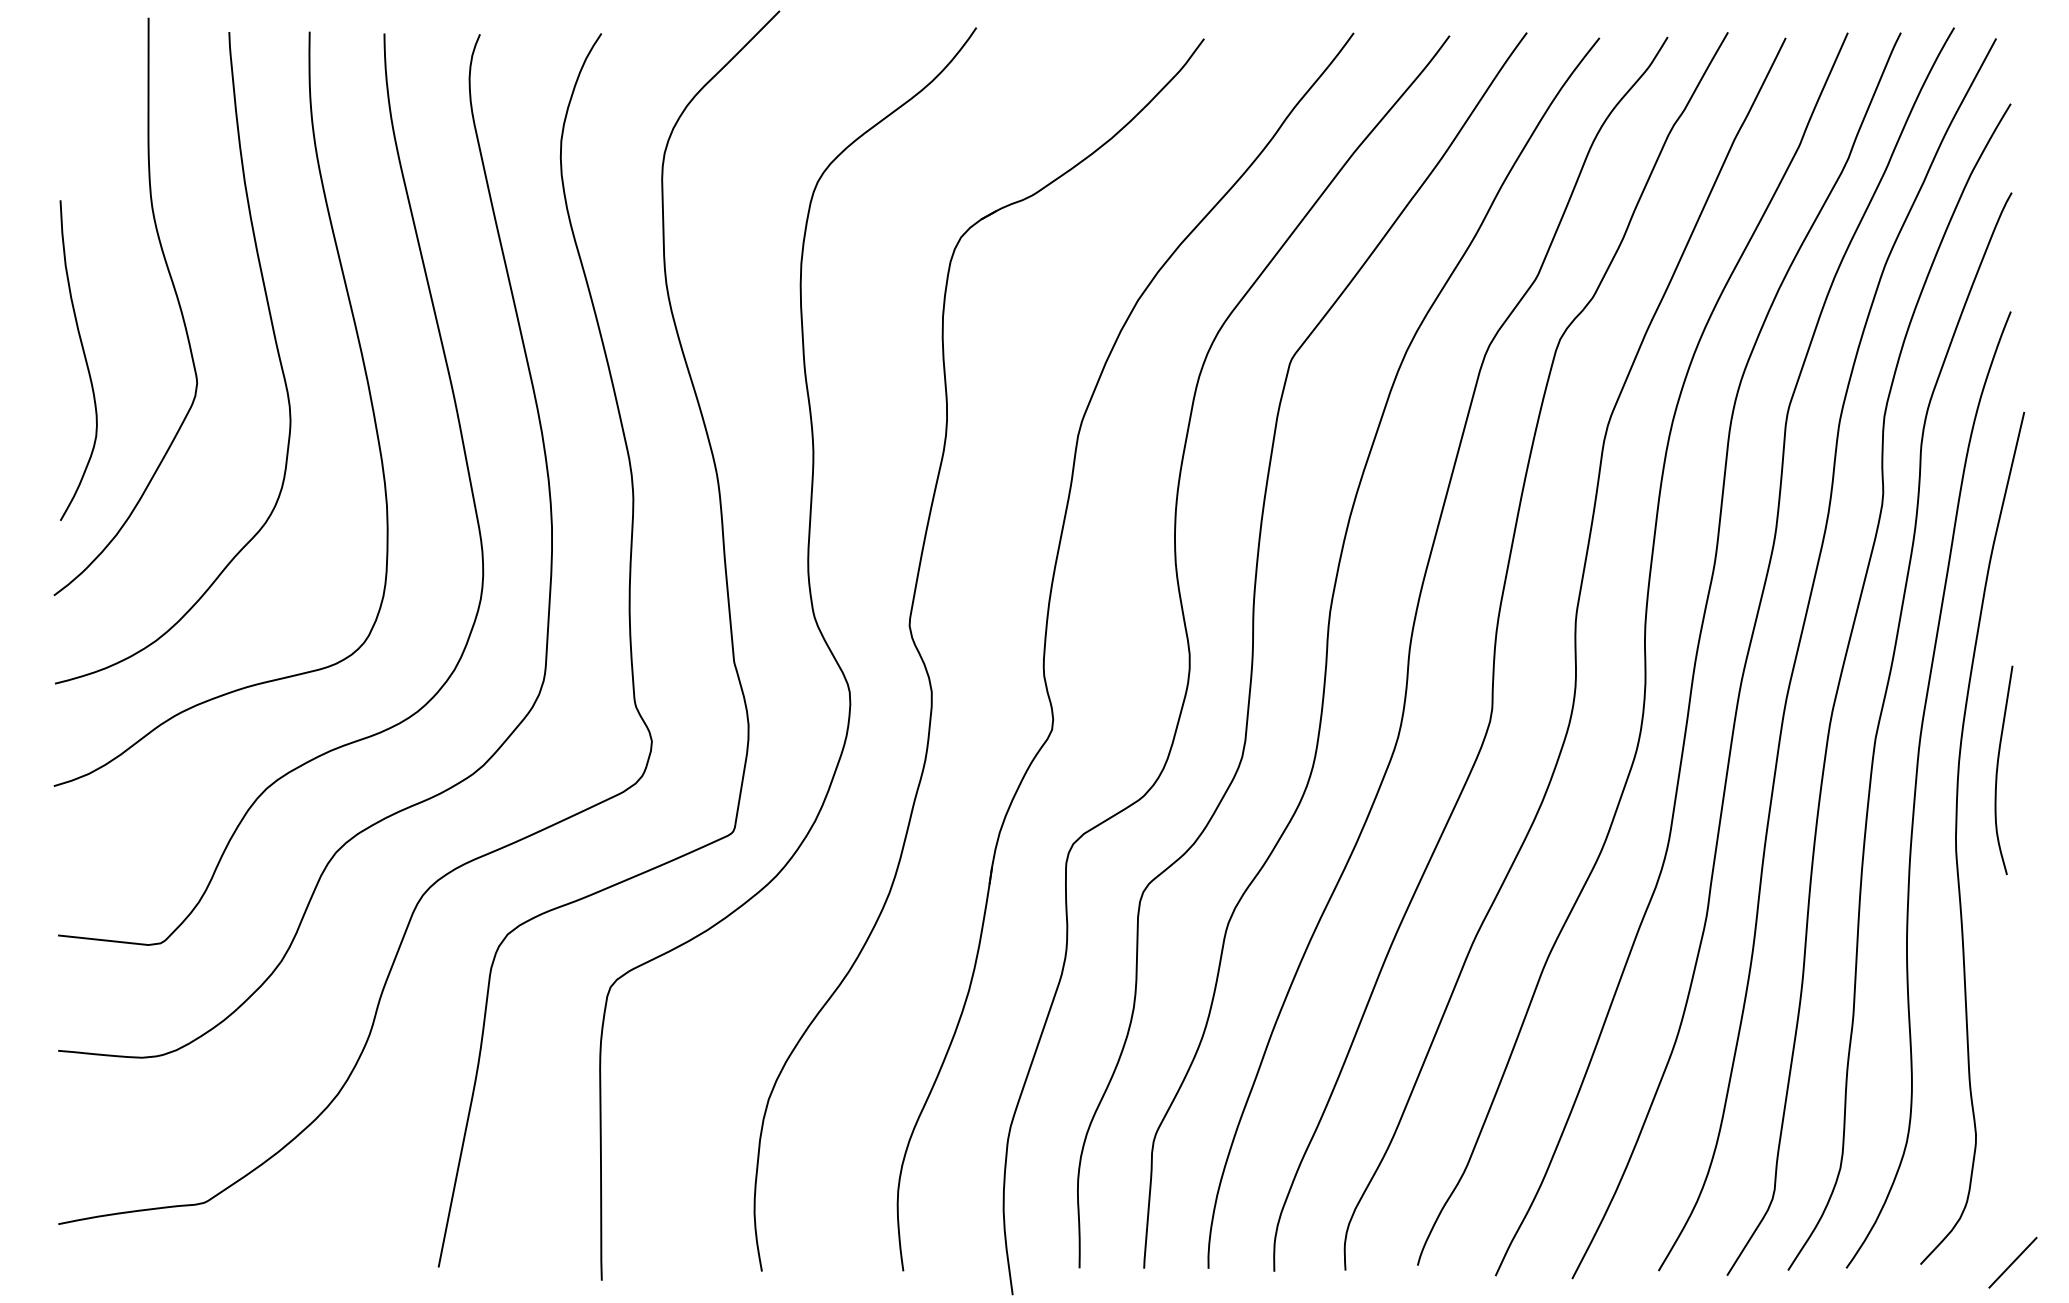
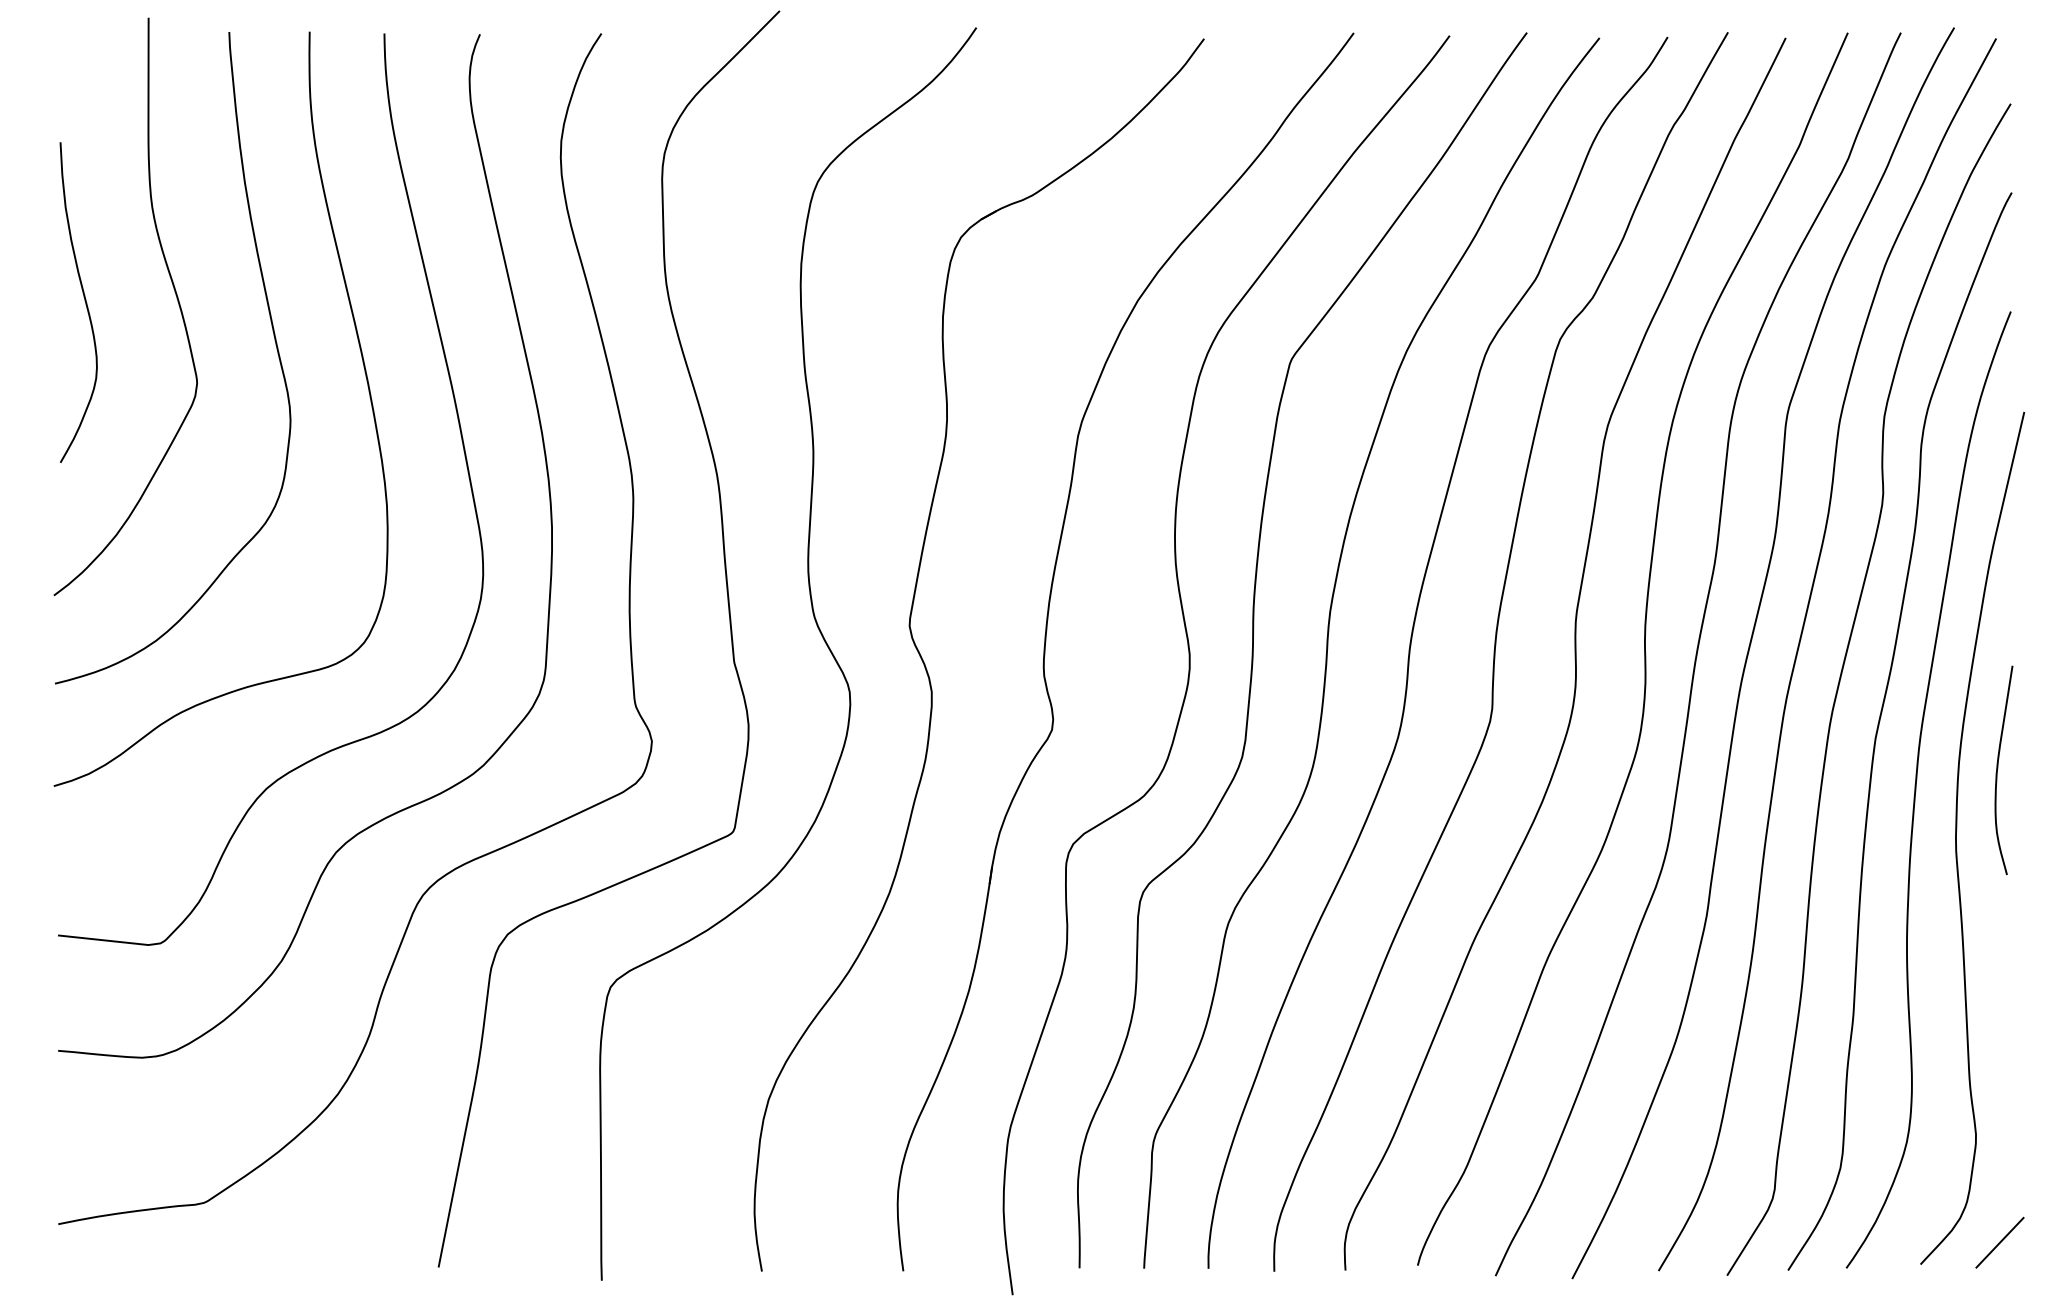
curve at (84, 359) position: (84, 359) -> (84, 301)
line at (2012, 1262) position: (2012, 1262) -> (1999, 1242)
